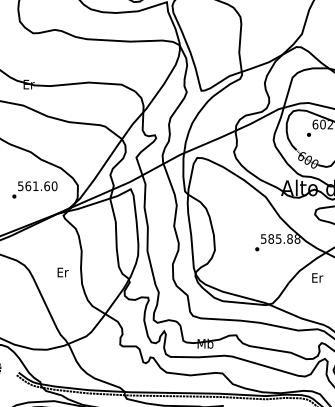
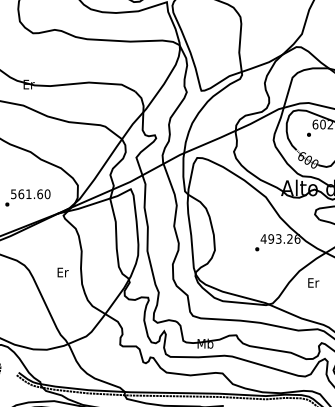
text at (34, 189) position: (34, 189) -> (27, 197)
text at (280, 238): 585.88 -> 493.26
text at (317, 277) position: (317, 277) -> (313, 282)
